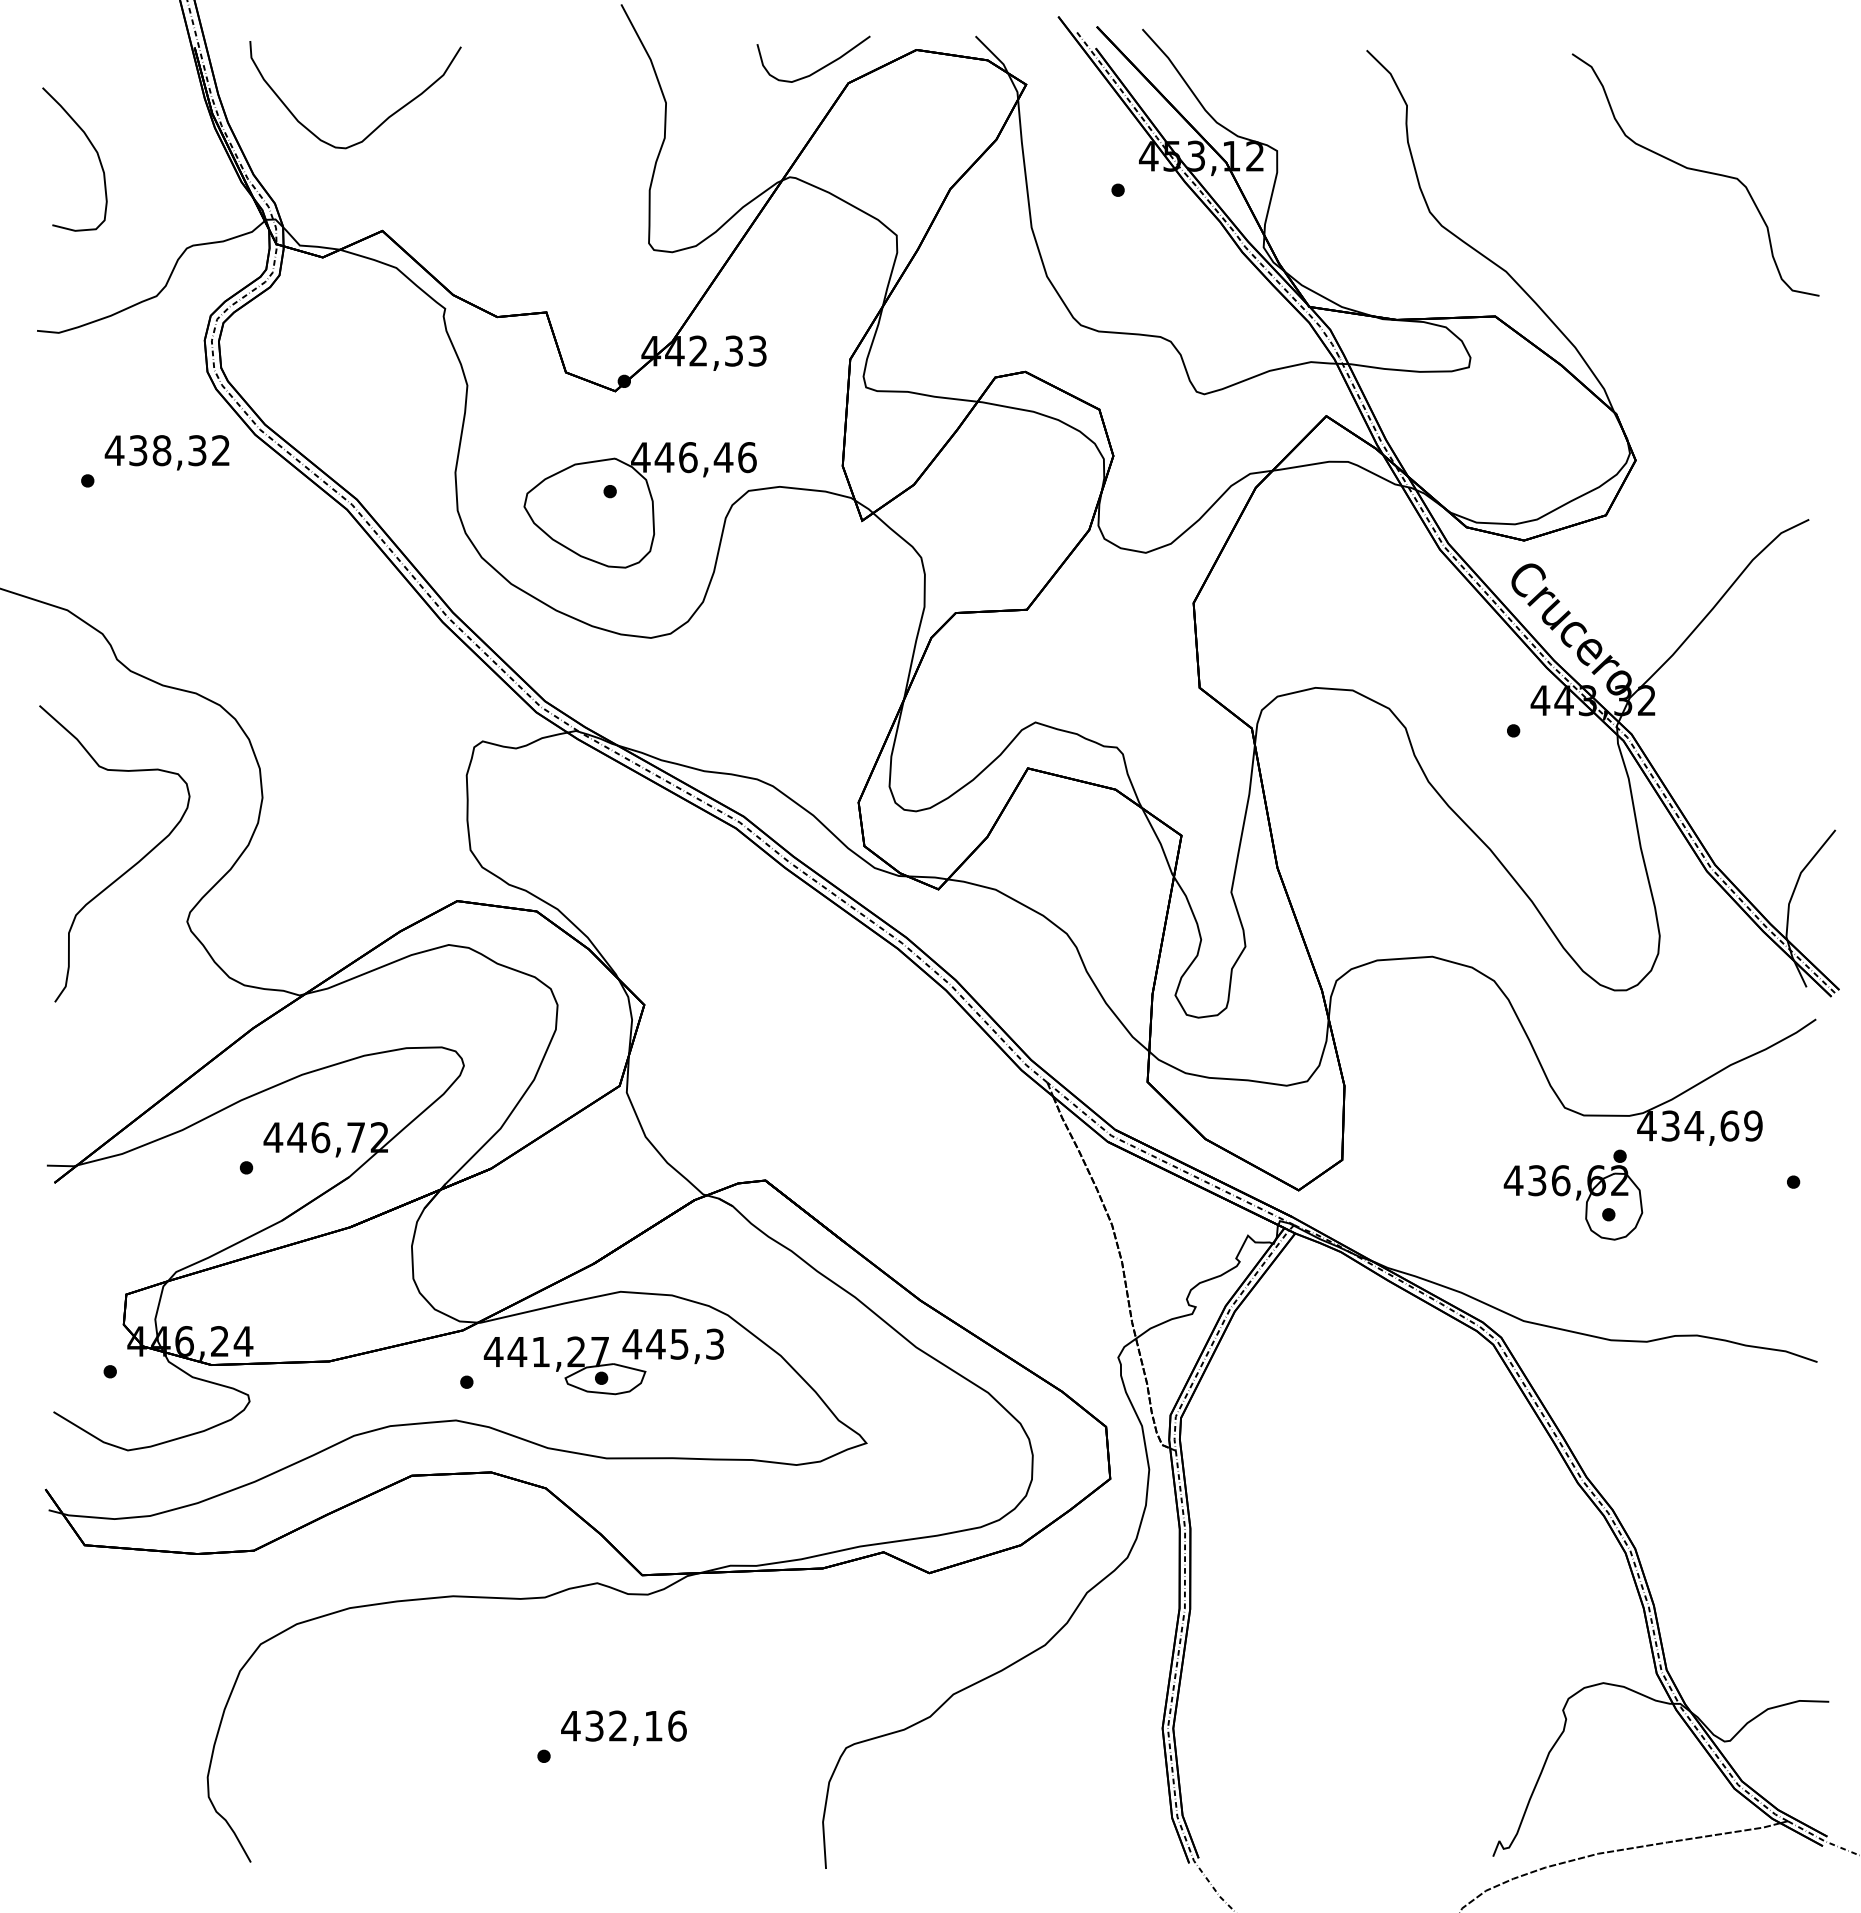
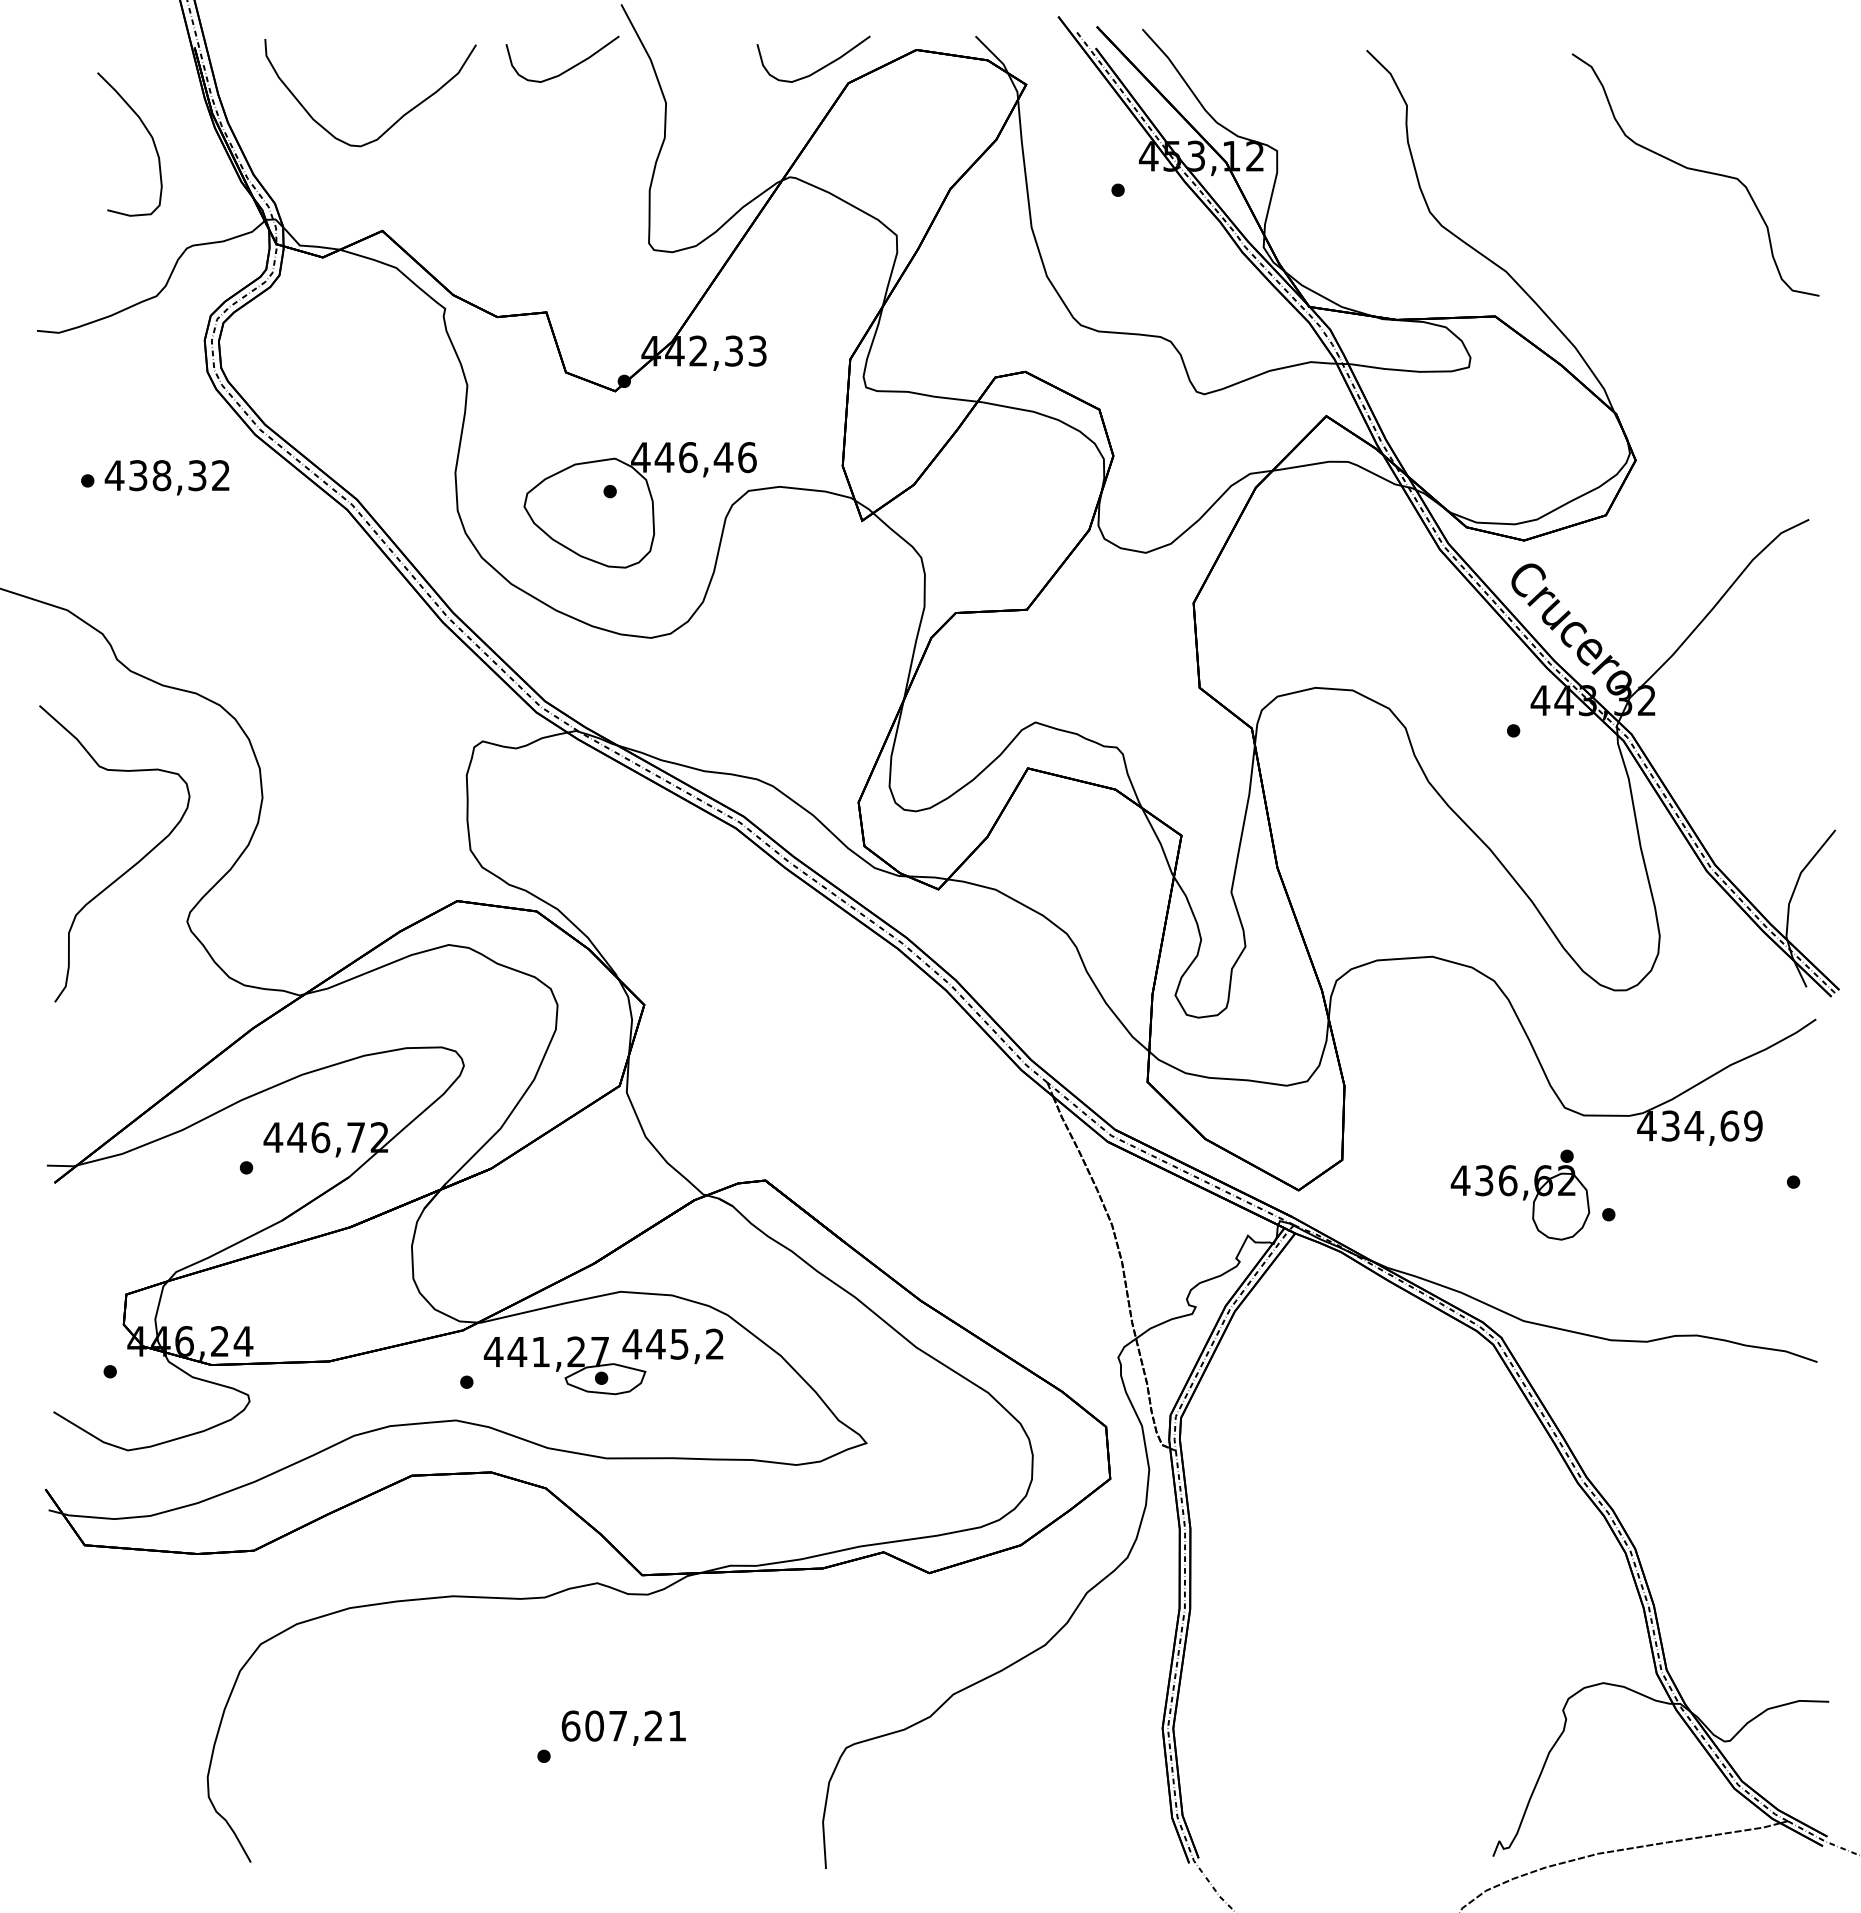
curve at (568, 68): none -> present
curve at (381, 122) position: (381, 122) -> (396, 120)
curve at (92, 147) position: (92, 147) -> (147, 132)
text at (166, 452) position: (166, 452) -> (166, 477)
part at (1573, 1194) position: (1573, 1194) -> (1520, 1194)
text at (714, 1343): 445,3 -> 445,2
text at (623, 1725): 432,16 -> 607,21
